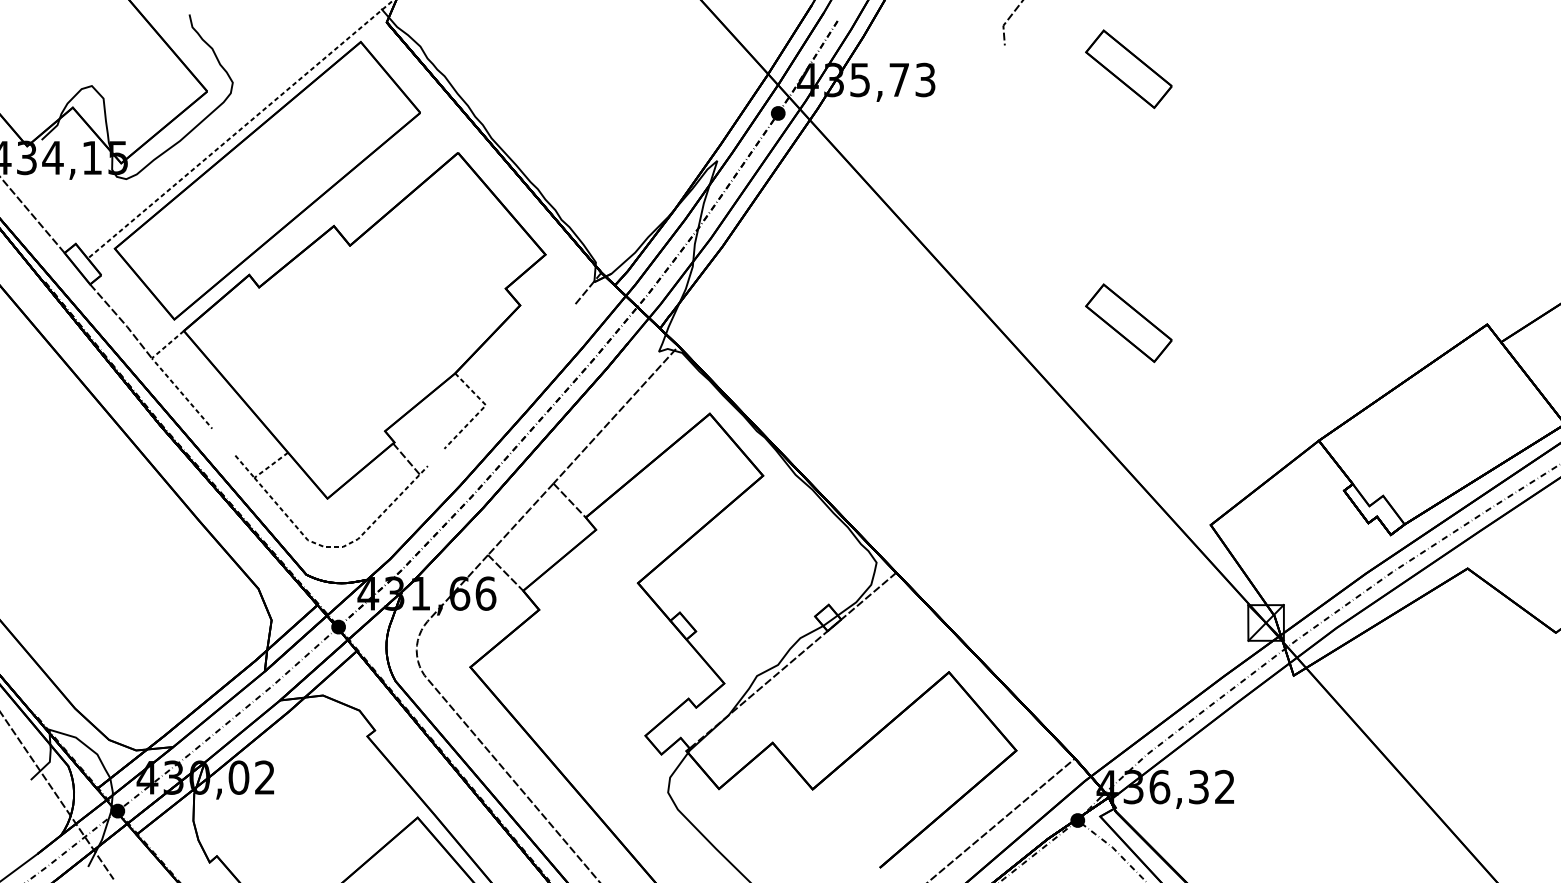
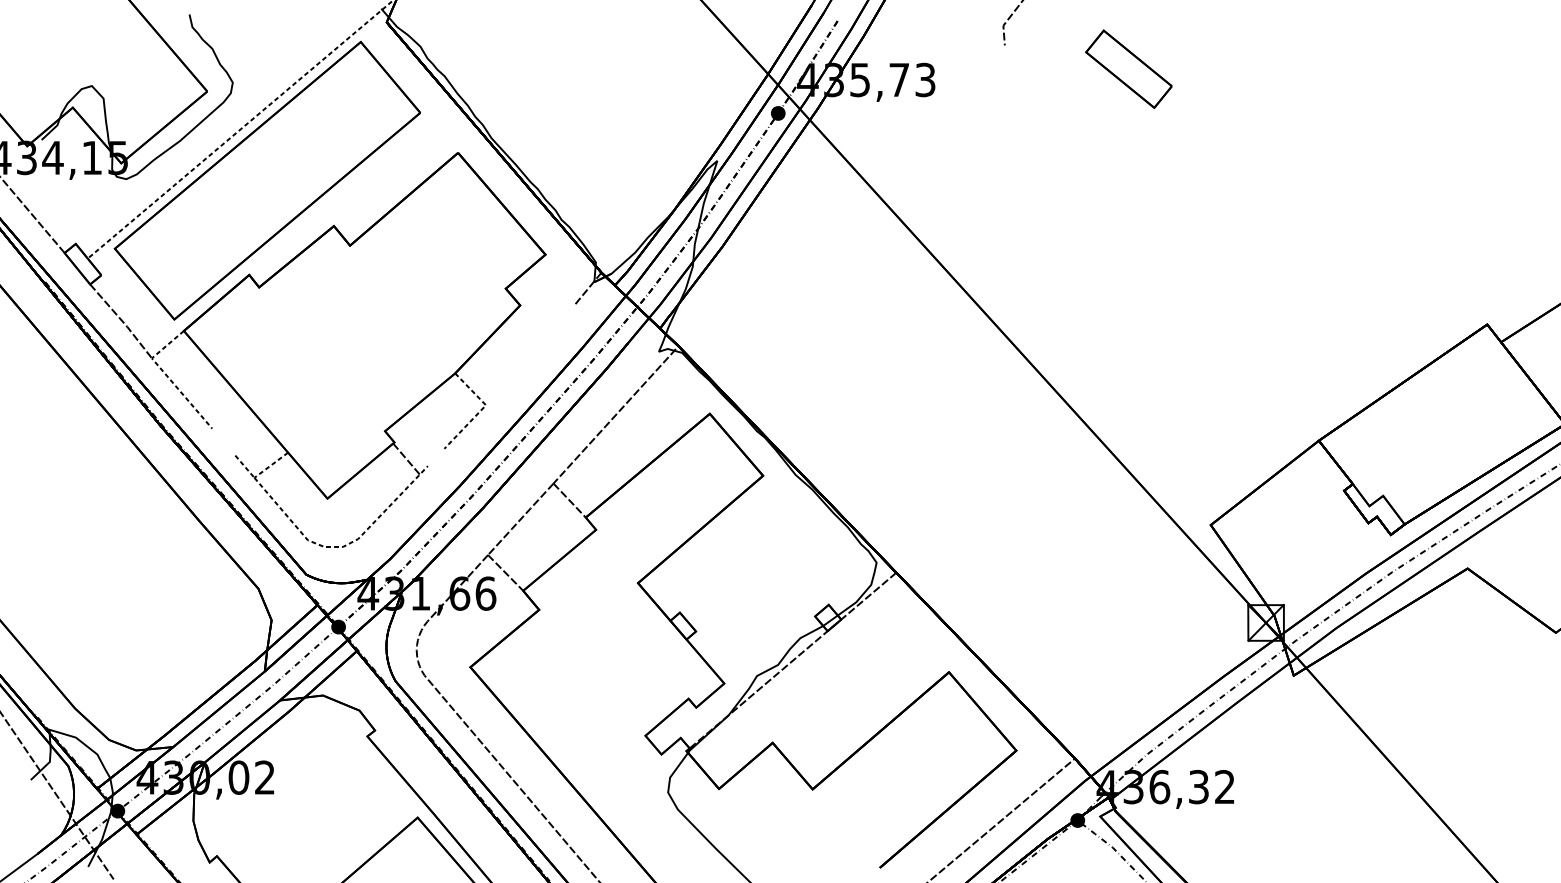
part at (1128, 322): present -> none
